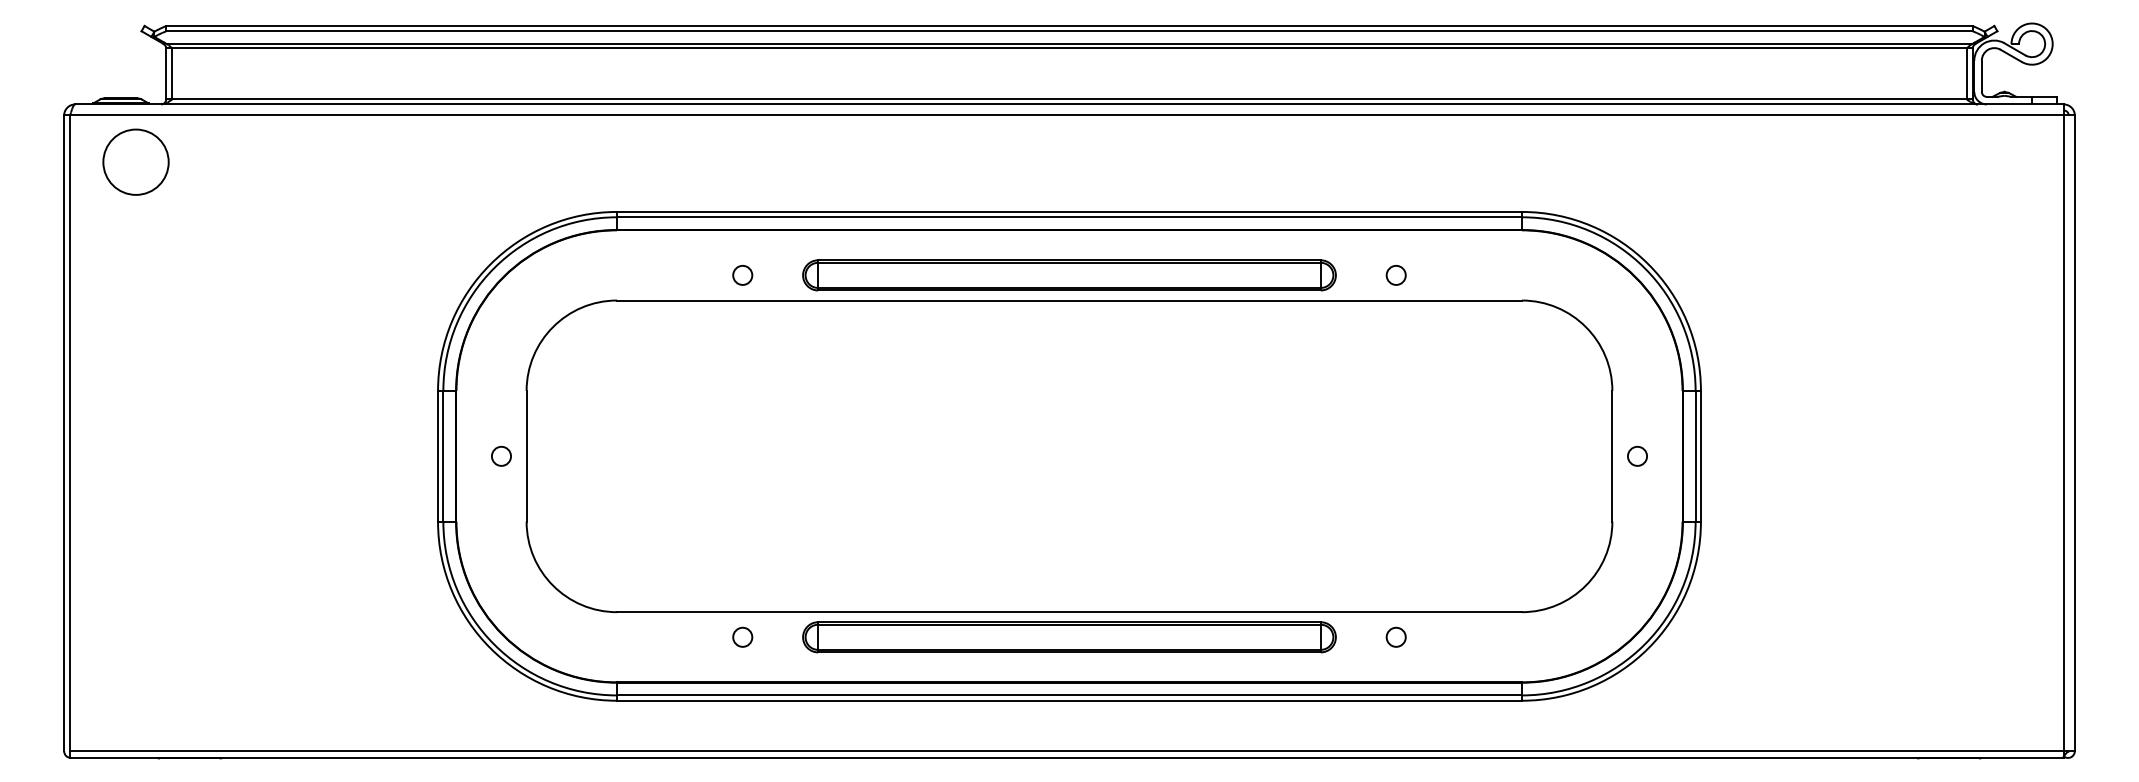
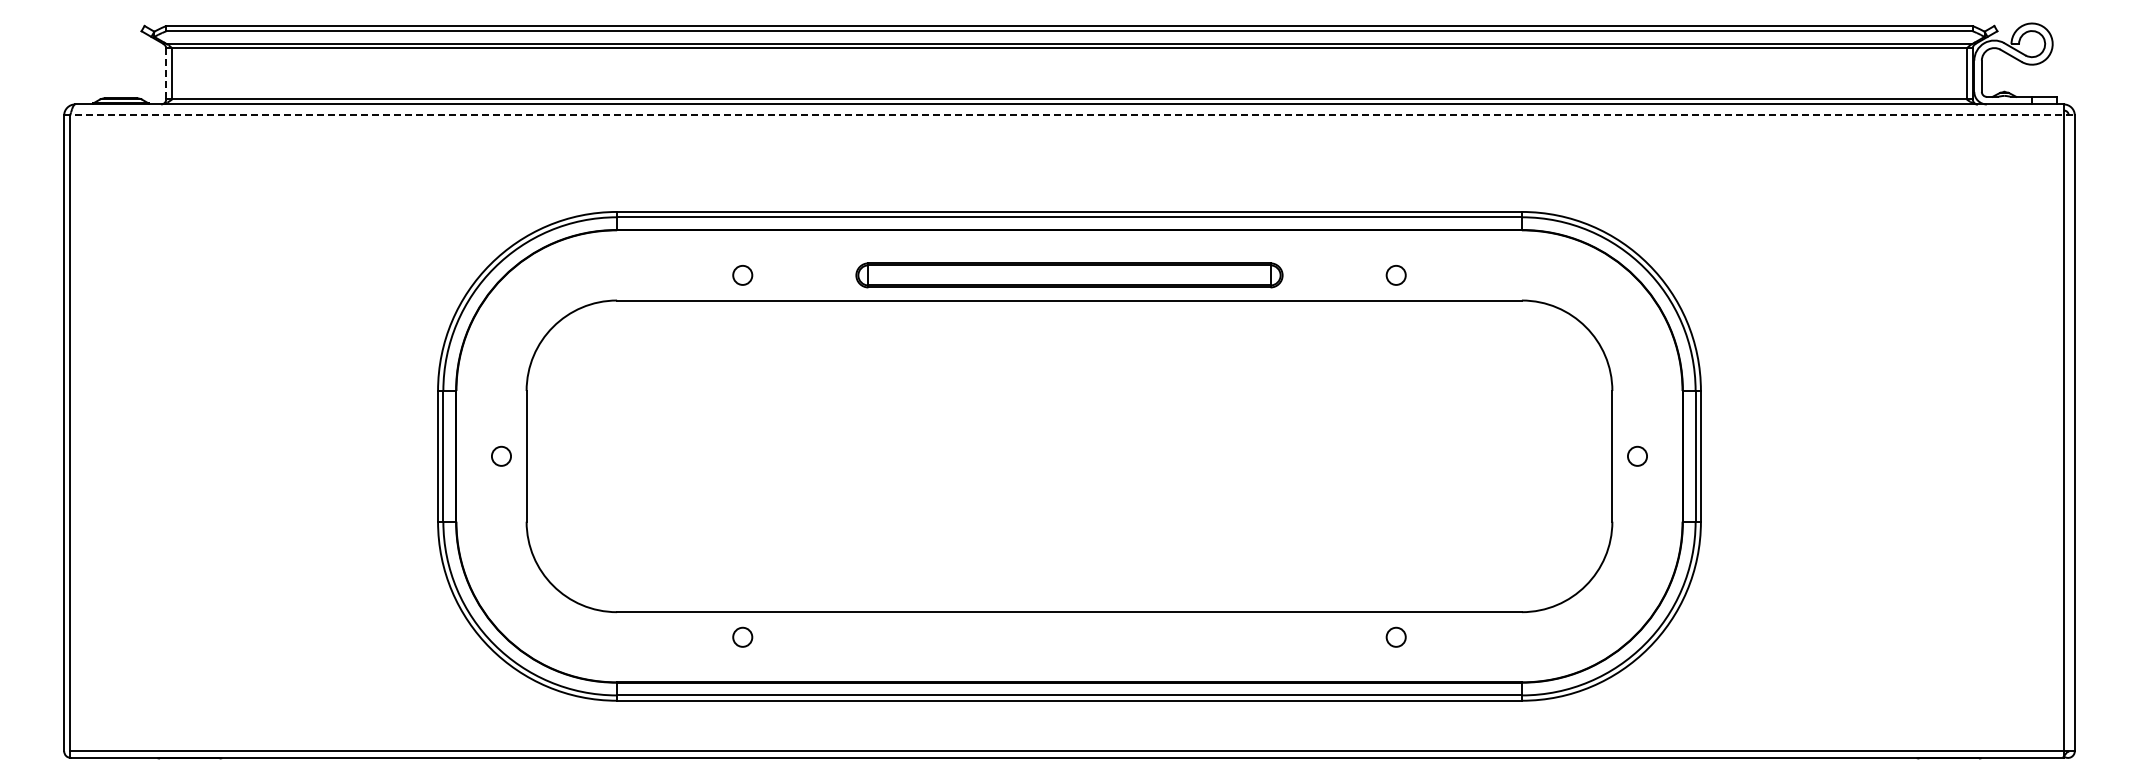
line at (166, 73): solid -> dashed
line at (1070, 115): solid -> dashed
circle at (135, 161): present -> none
part at (1069, 275) size: 535x33 px -> 429x27 px
part at (1069, 637): present -> none
